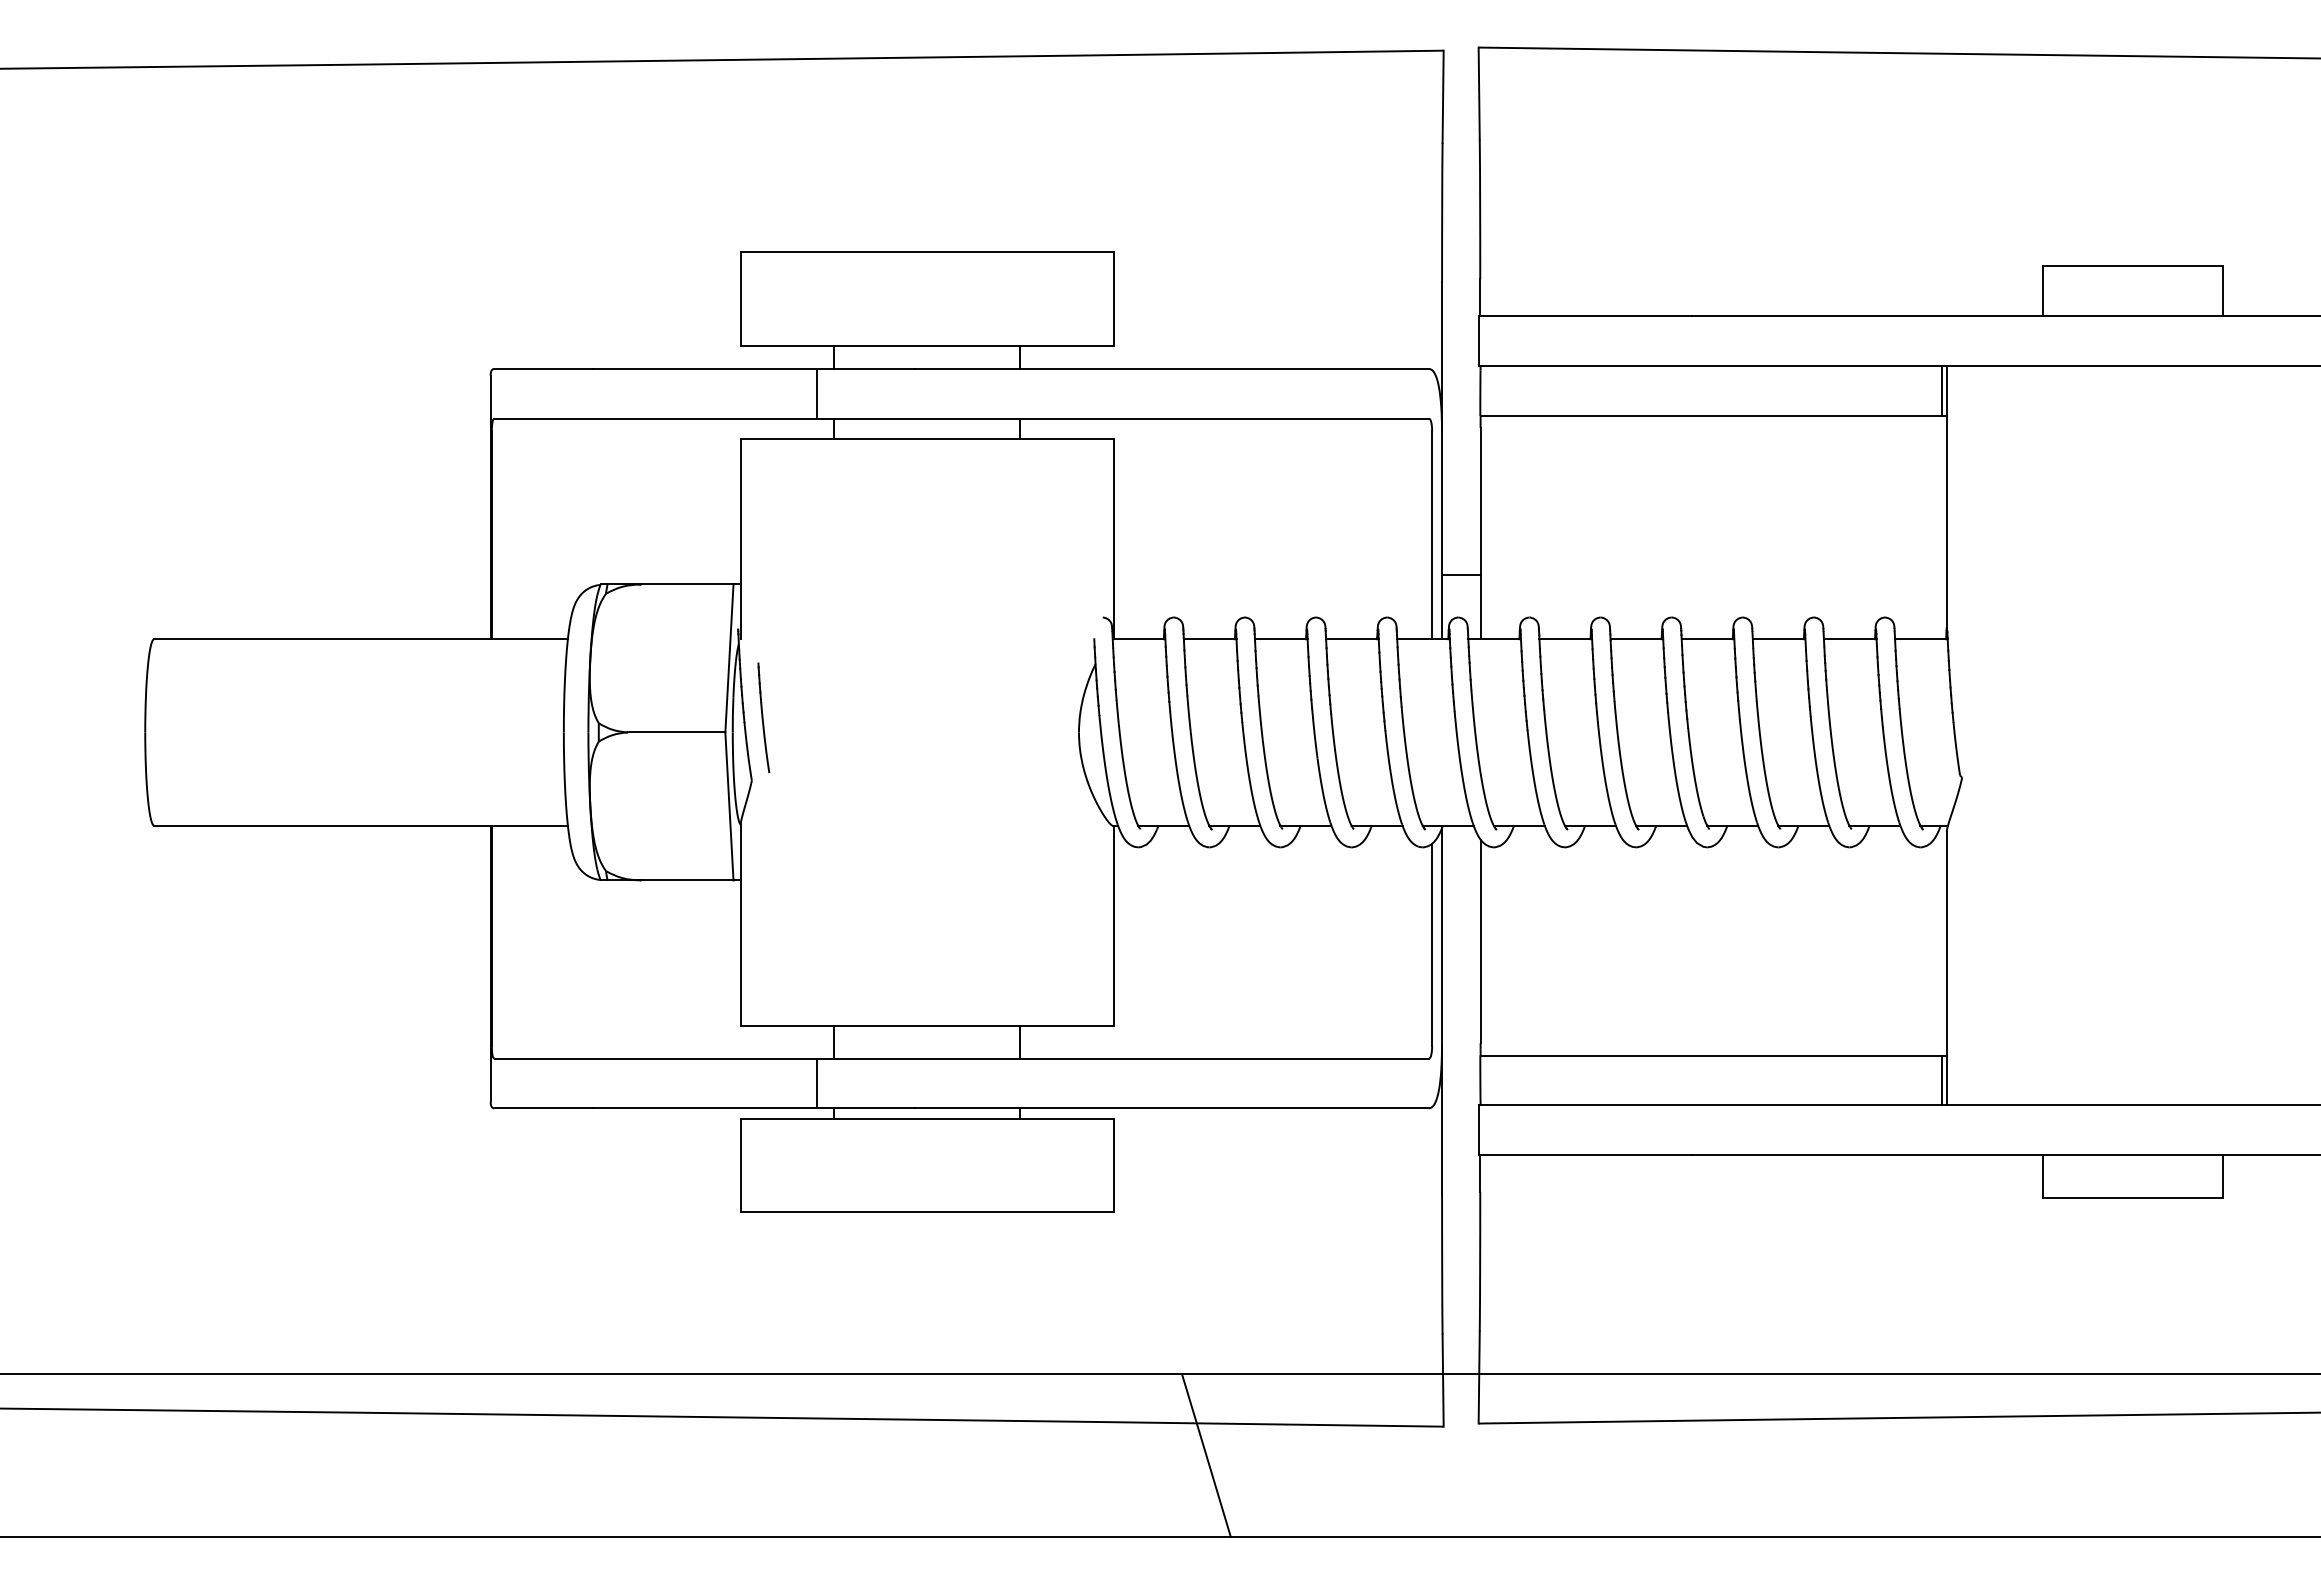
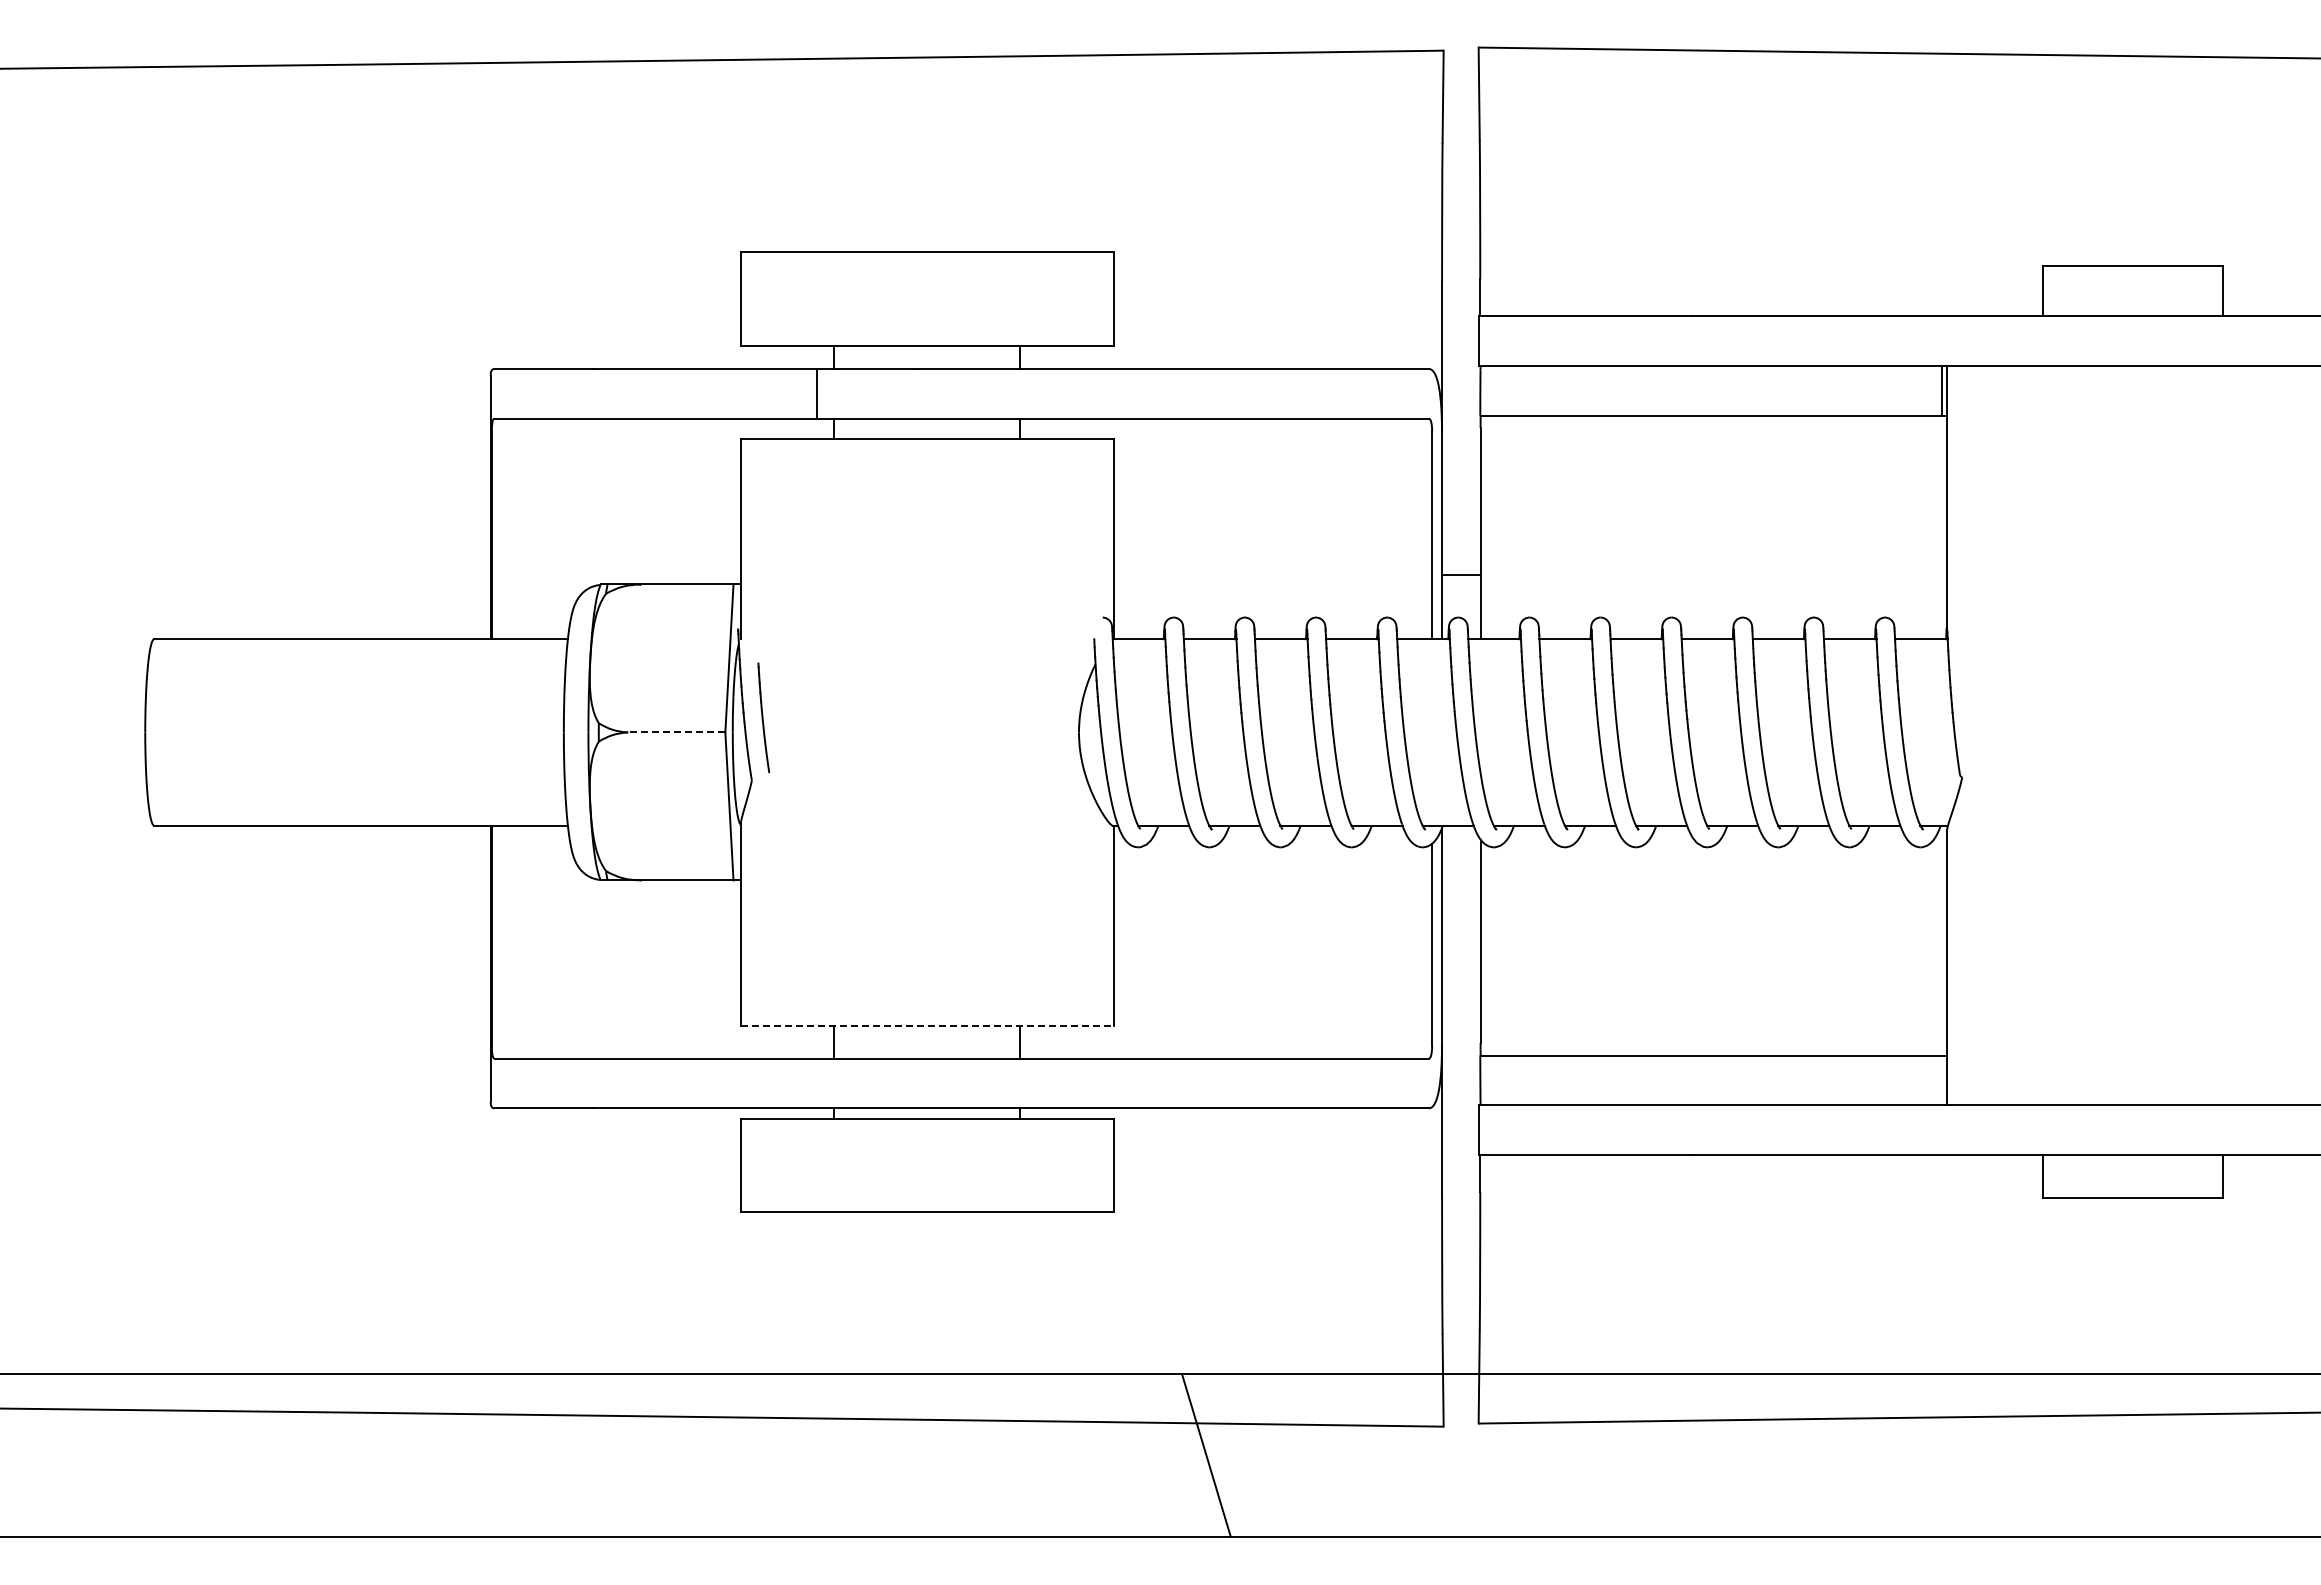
line at (676, 732): solid -> dashed
line at (927, 1026): solid -> dashed
line at (1942, 1080): present -> none
line at (816, 1083): present -> none
